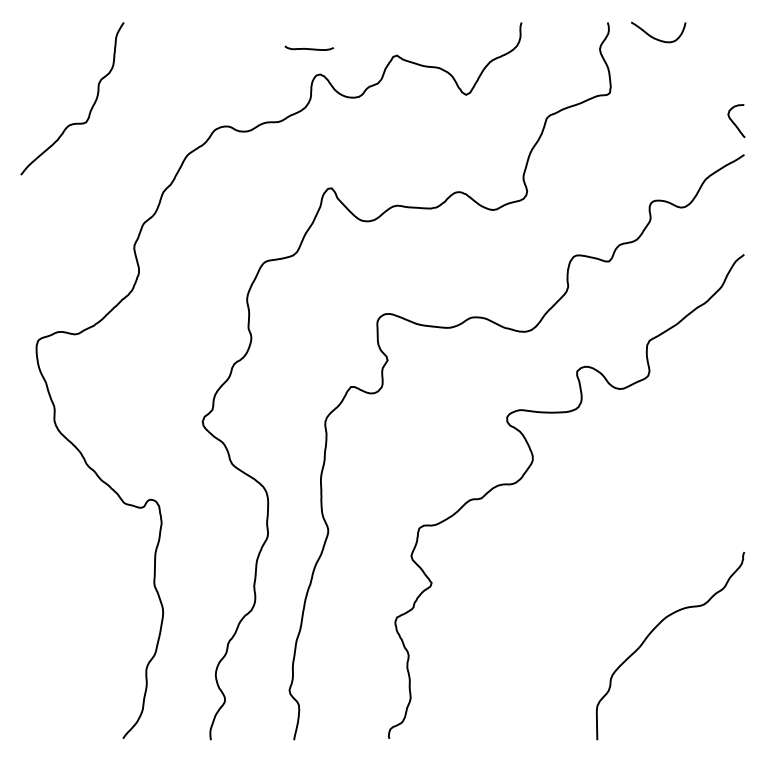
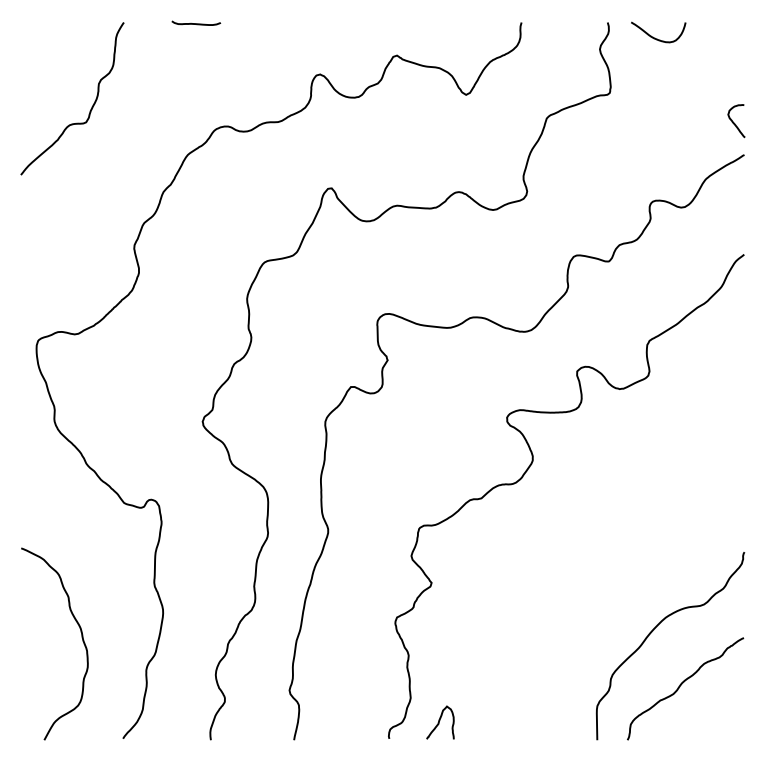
curve at (309, 48) position: (309, 48) -> (196, 23)
curve at (81, 637): none -> present
curve at (682, 684): none -> present
curve at (439, 722): none -> present
